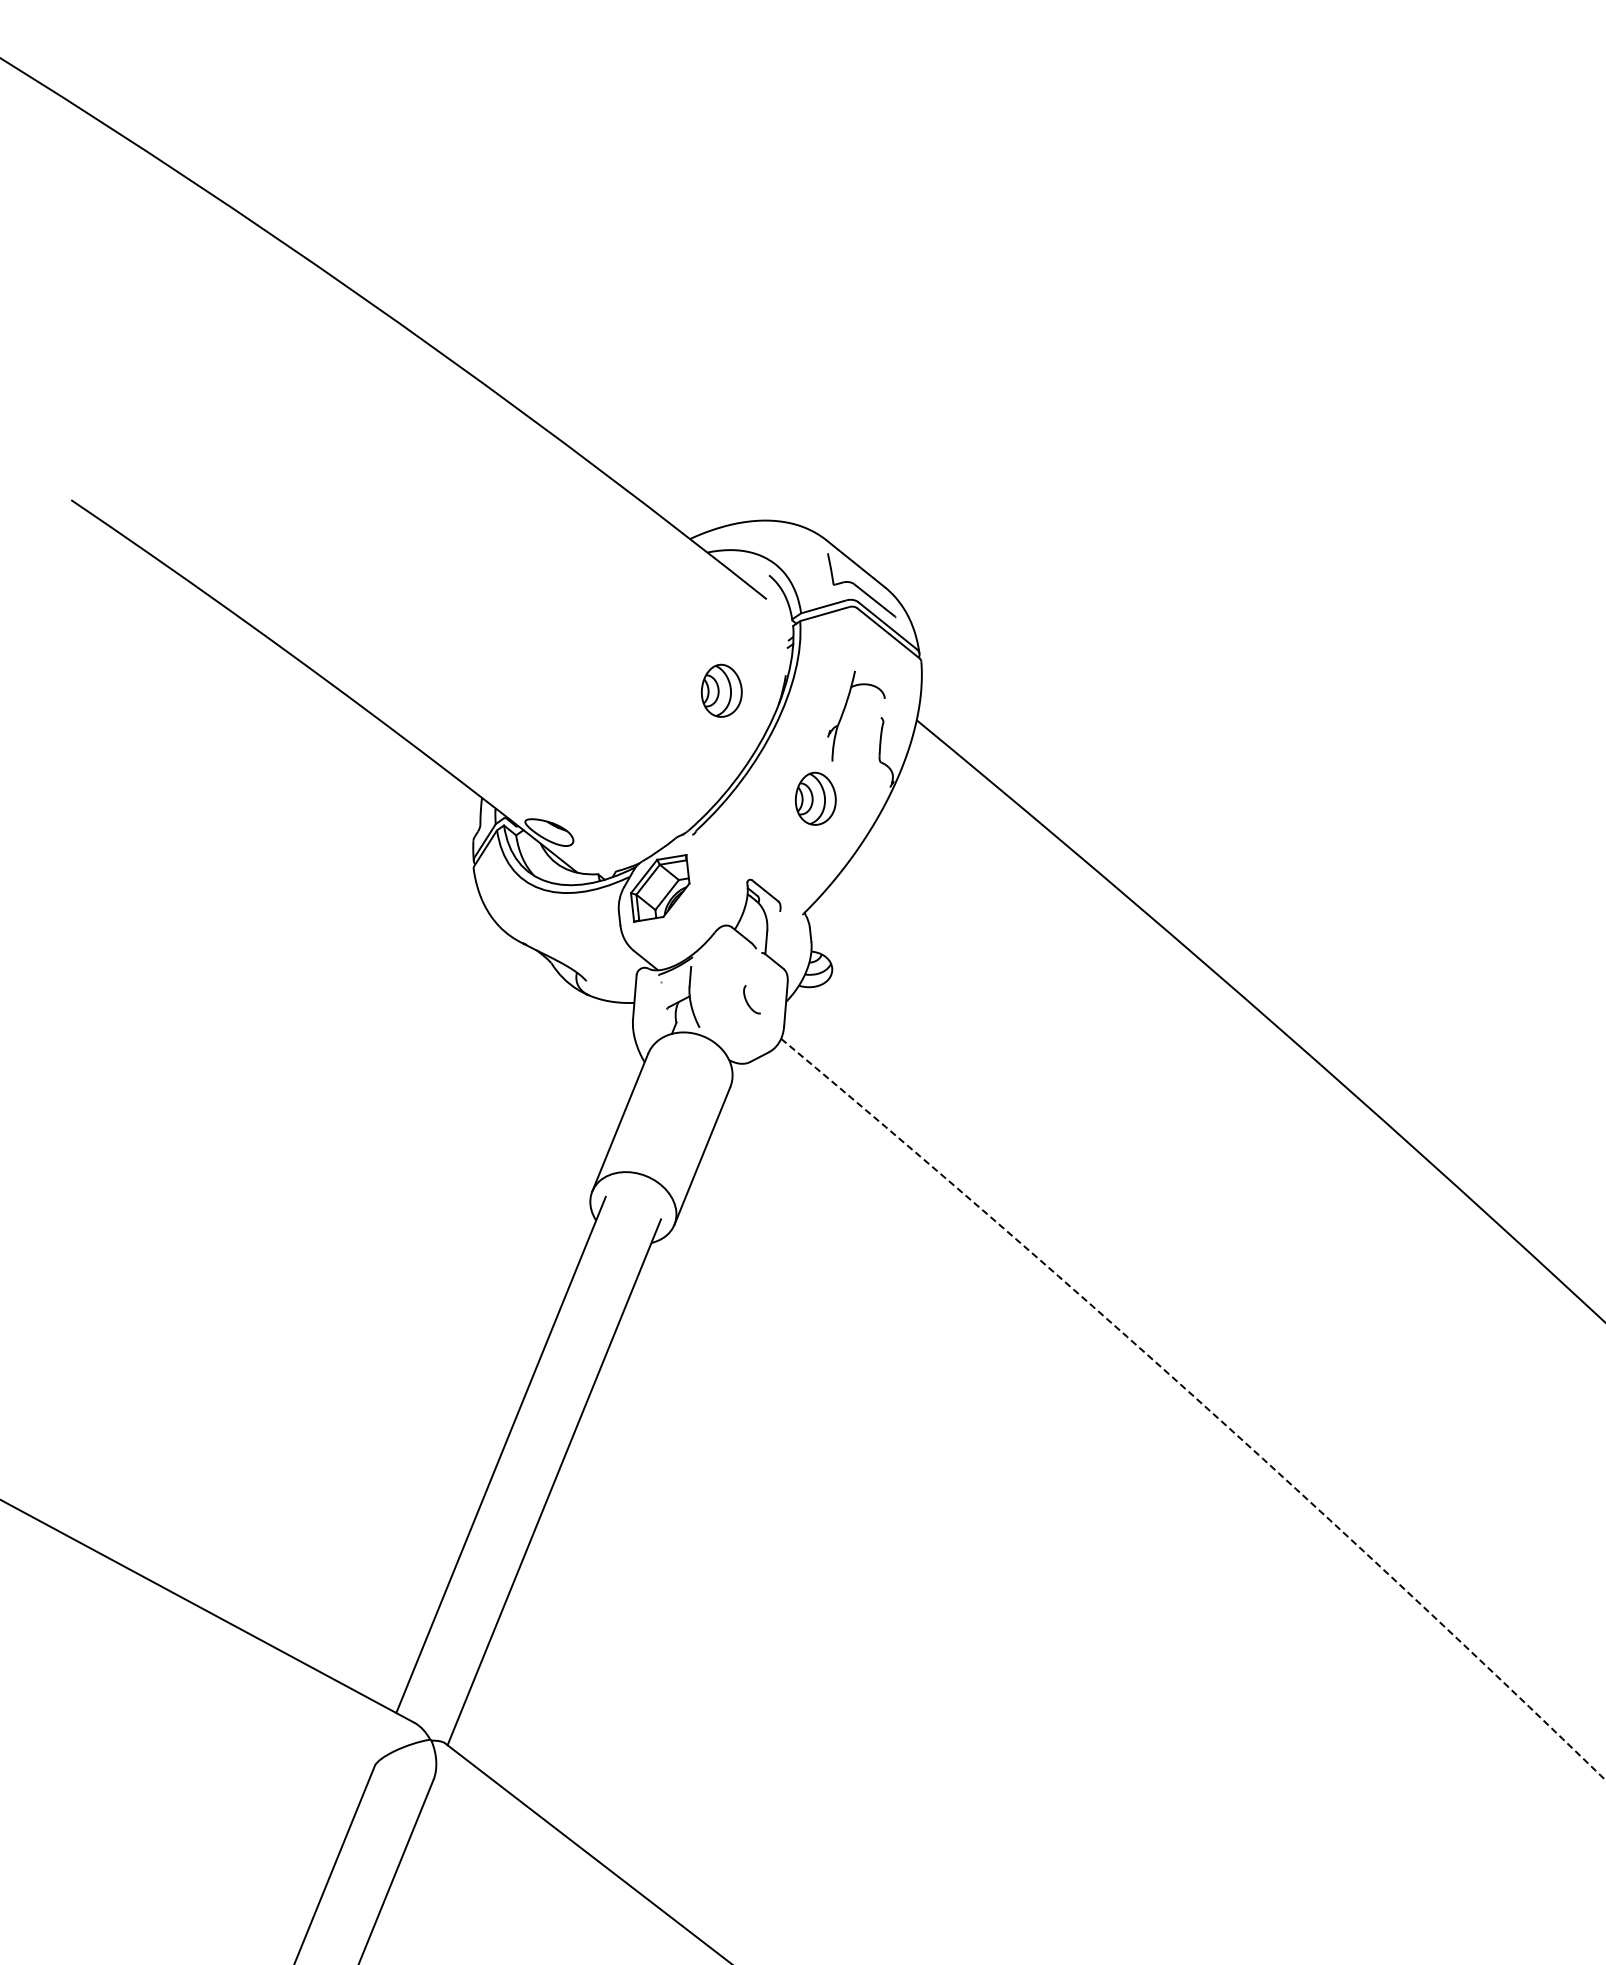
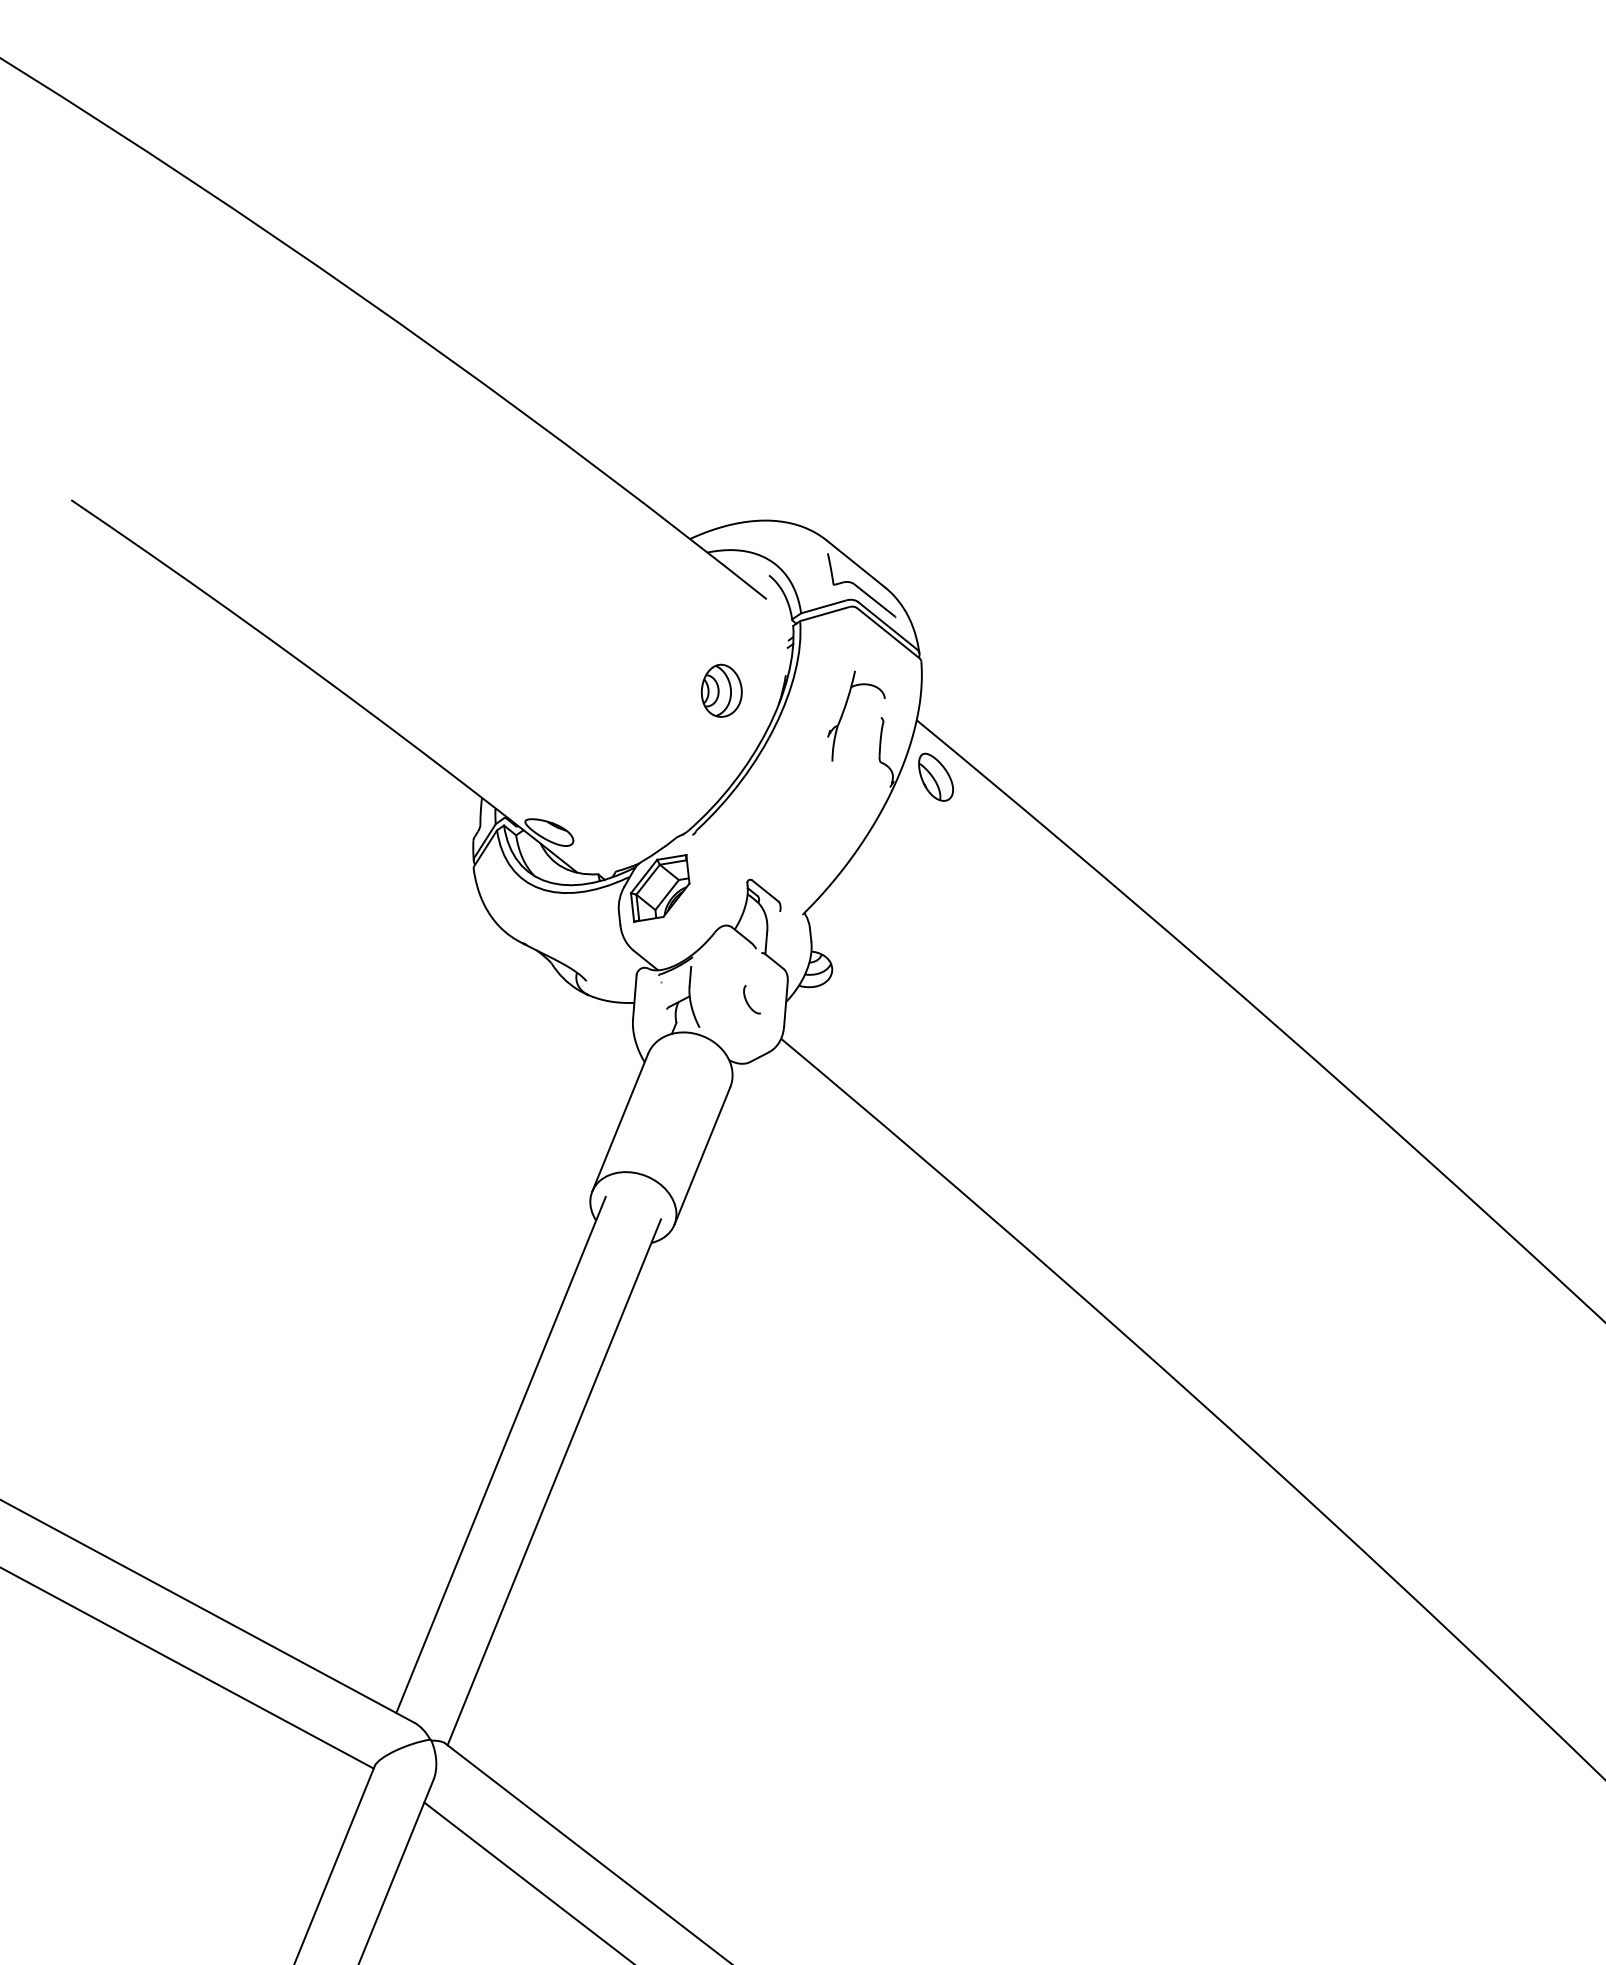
part at (935, 776): none -> present
part at (815, 798): present -> none
arc at (1200, 1402): dashed -> solid
line at (187, 1668): none -> present
line at (527, 1881): none -> present
